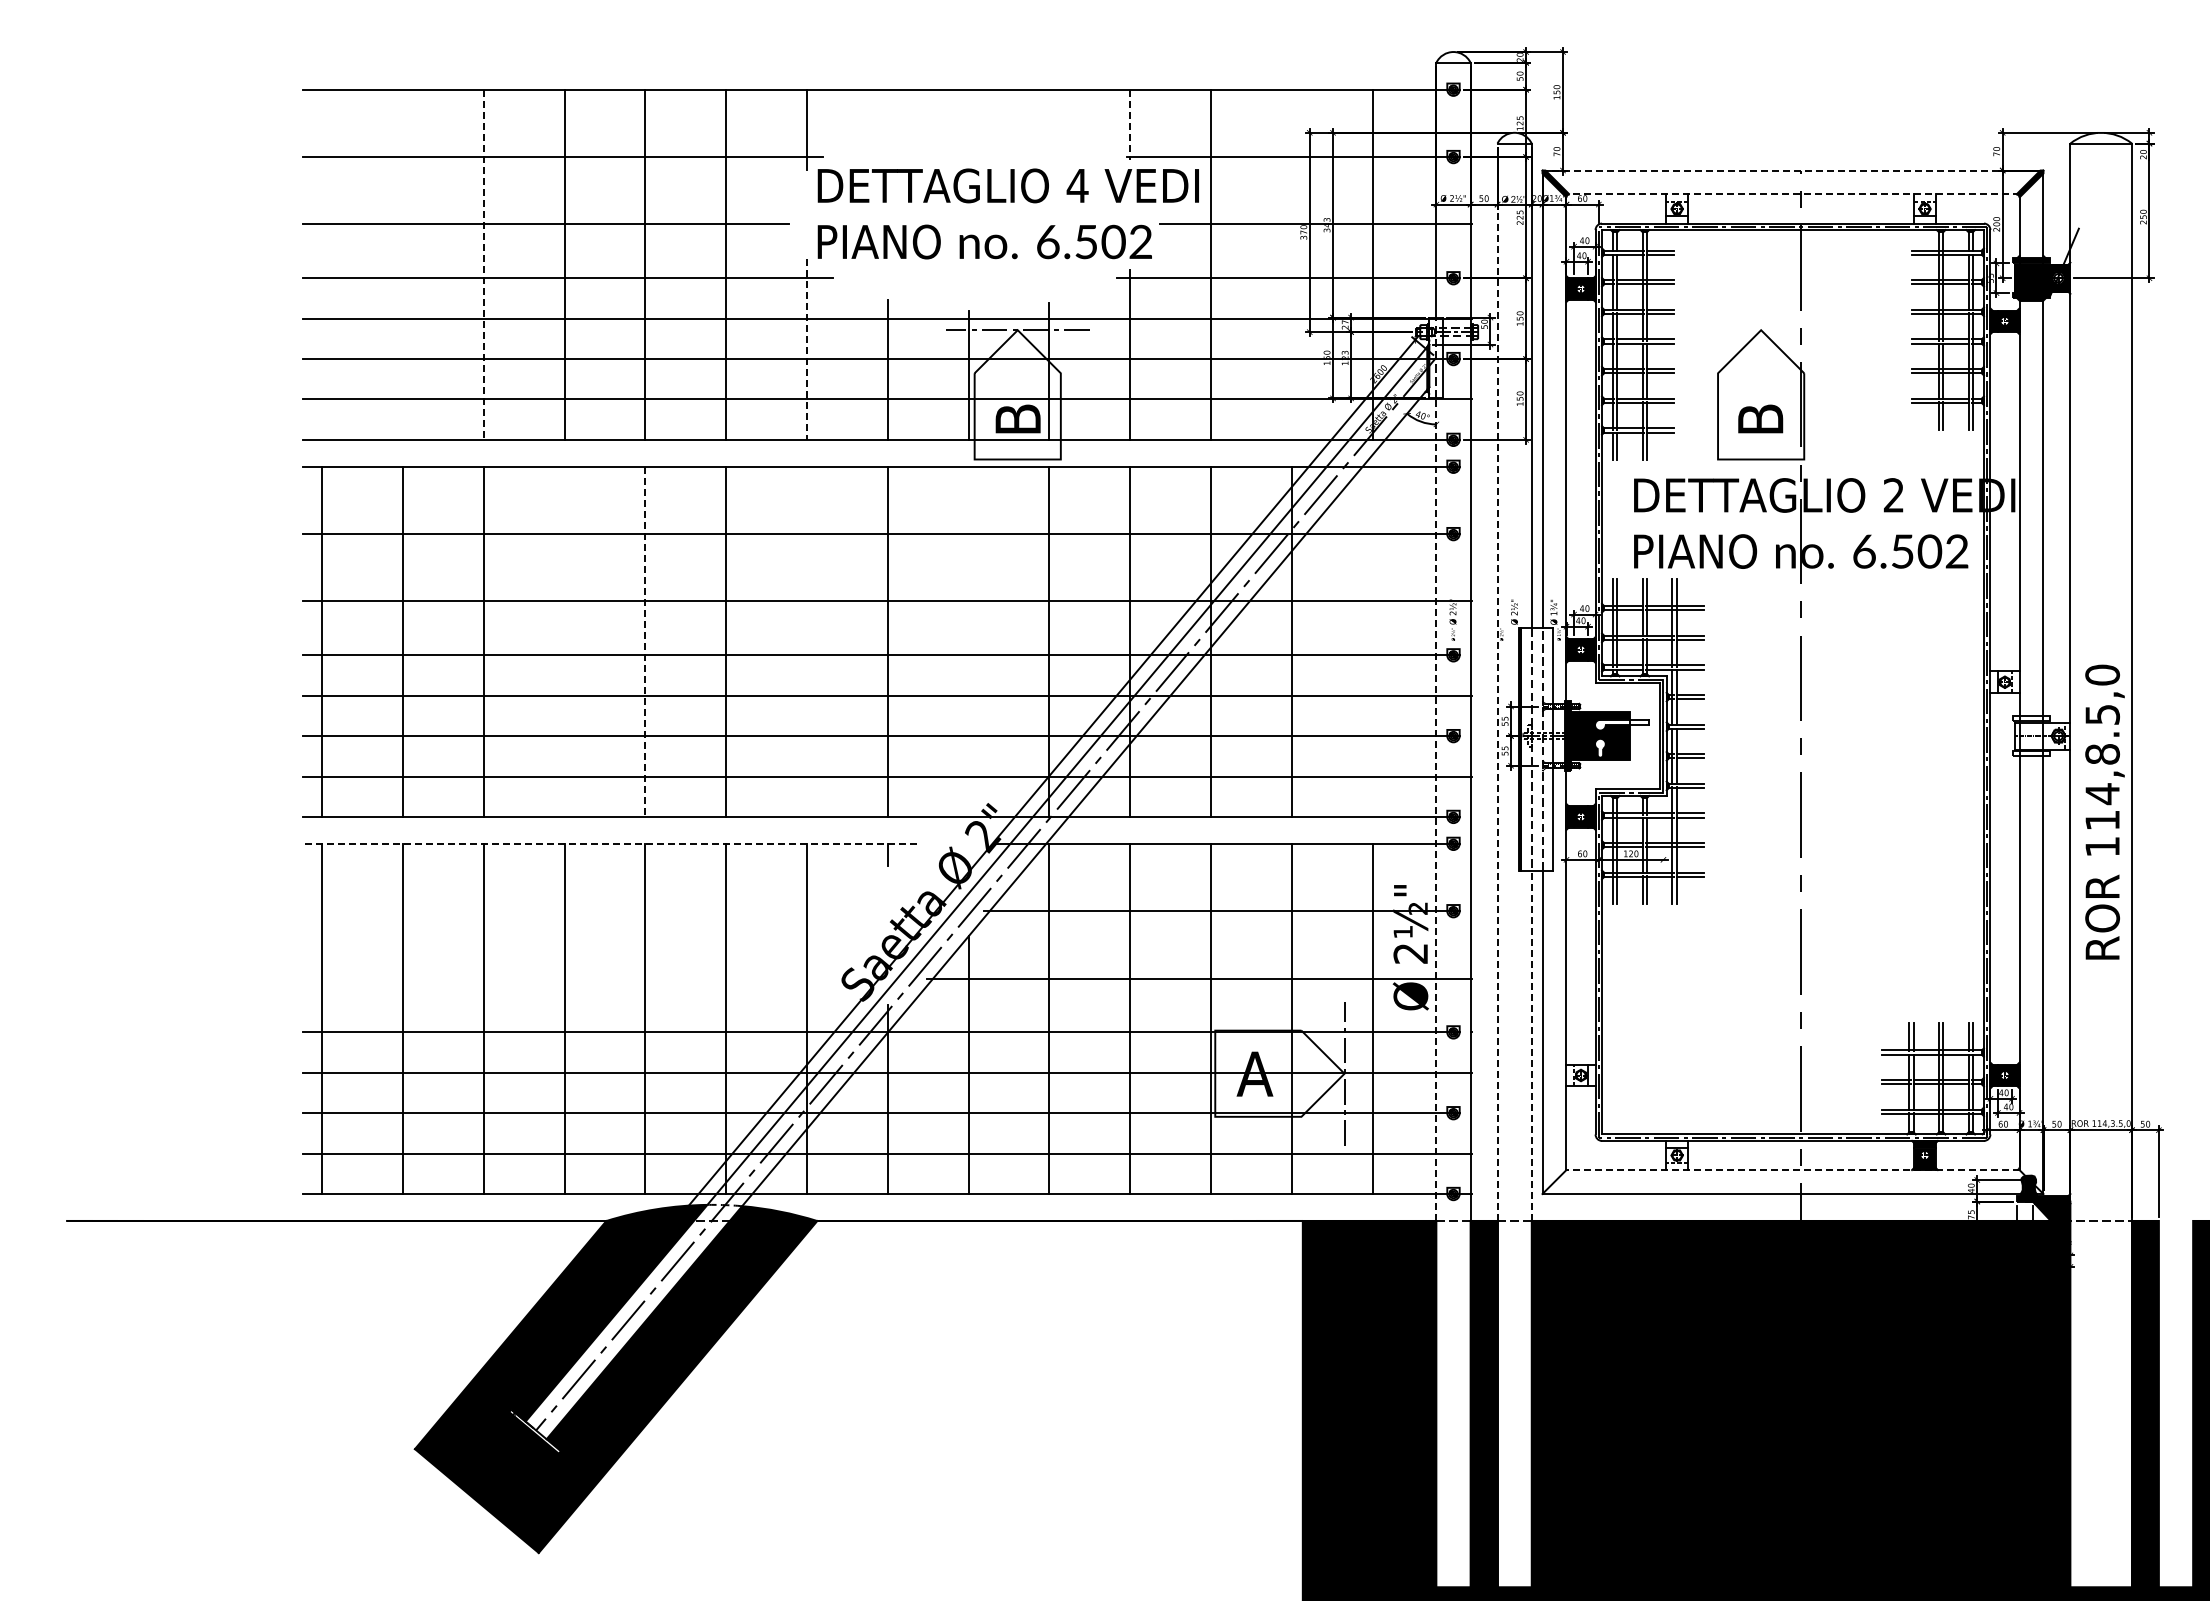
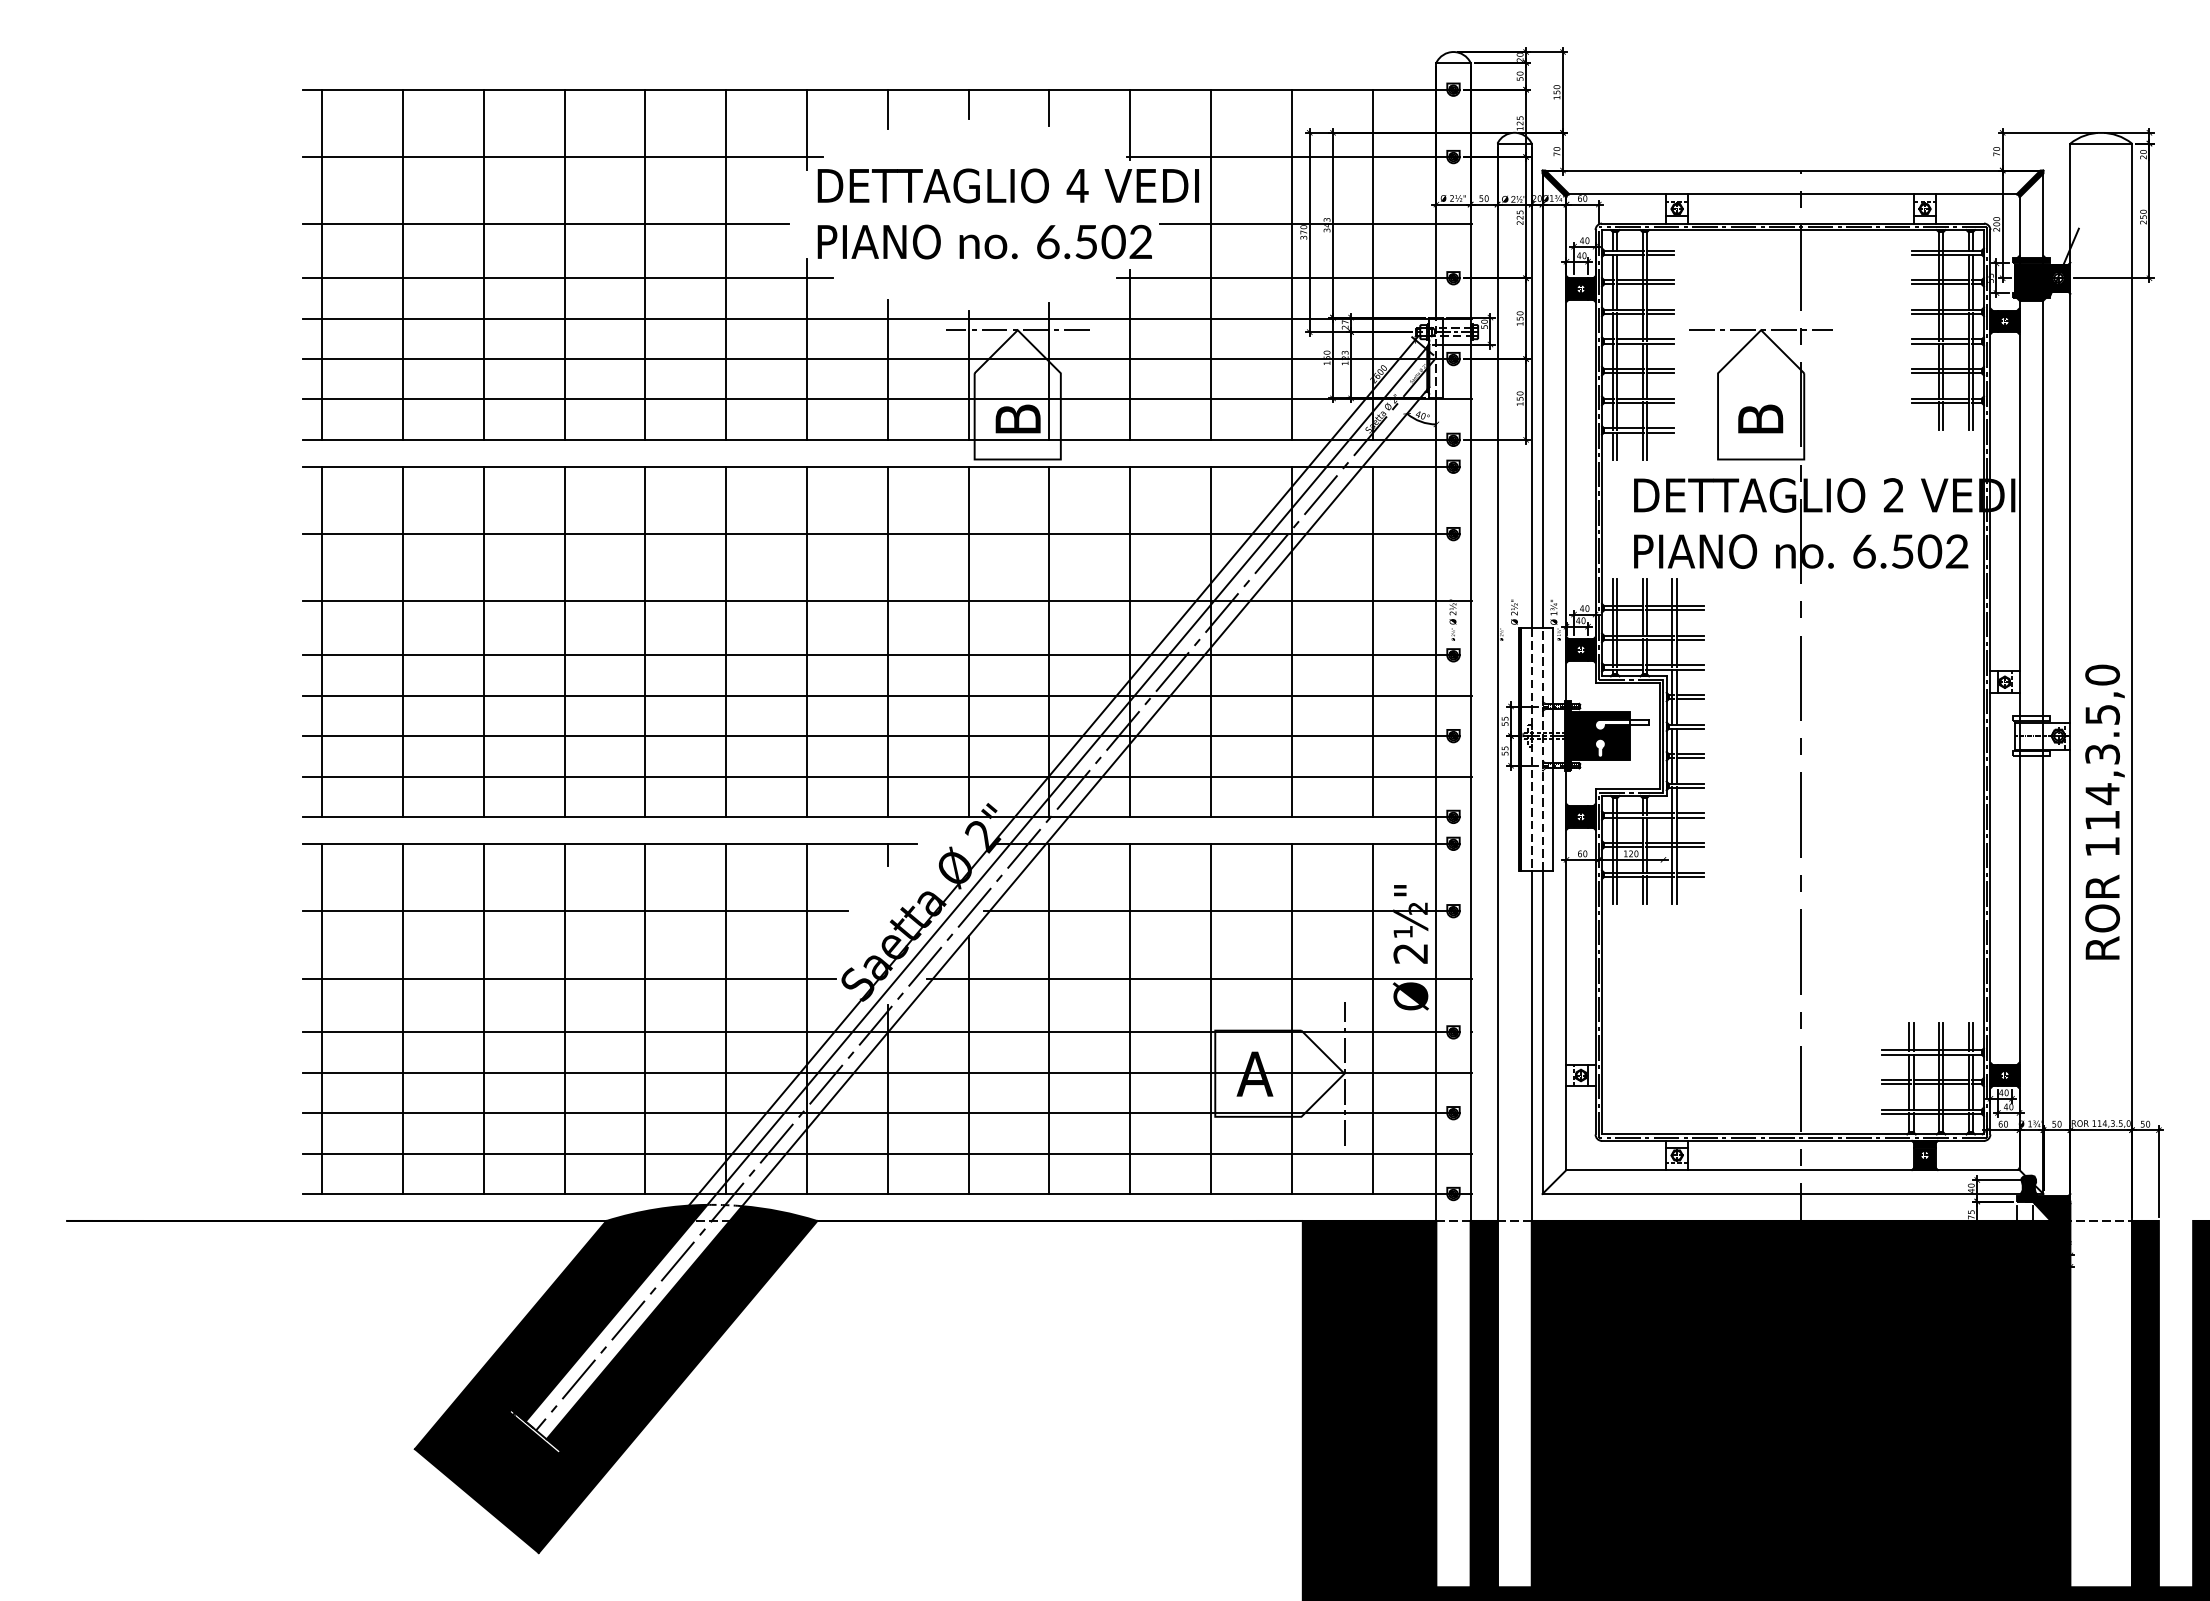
line at (968, 103): none -> present
line at (1049, 107): none -> present
line at (887, 109): none -> present
line at (1130, 124): dashed -> solid
line at (1792, 170): dashed -> solid
line at (1792, 194): dashed -> solid
line at (322, 264): none -> present
line at (403, 264): none -> present
line at (1291, 264): none -> present
line at (483, 265): dashed -> solid
line at (1760, 330): none -> present
line at (807, 350): dashed -> solid
line at (564, 641): none -> present
line at (807, 641): none -> present
line at (968, 641): none -> present
line at (1372, 641): none -> present
line at (645, 642): dashed -> solid
line at (1497, 682): dashed -> solid
text at (2102, 754): 114,8.5,0 -> 114,3.5,0
line at (1436, 809): dashed -> solid
line at (610, 843): dashed -> solid
line at (575, 911): none -> present
line at (569, 978): none -> present
line at (1531, 1045): dashed -> solid
line at (1792, 1170): dashed -> solid
